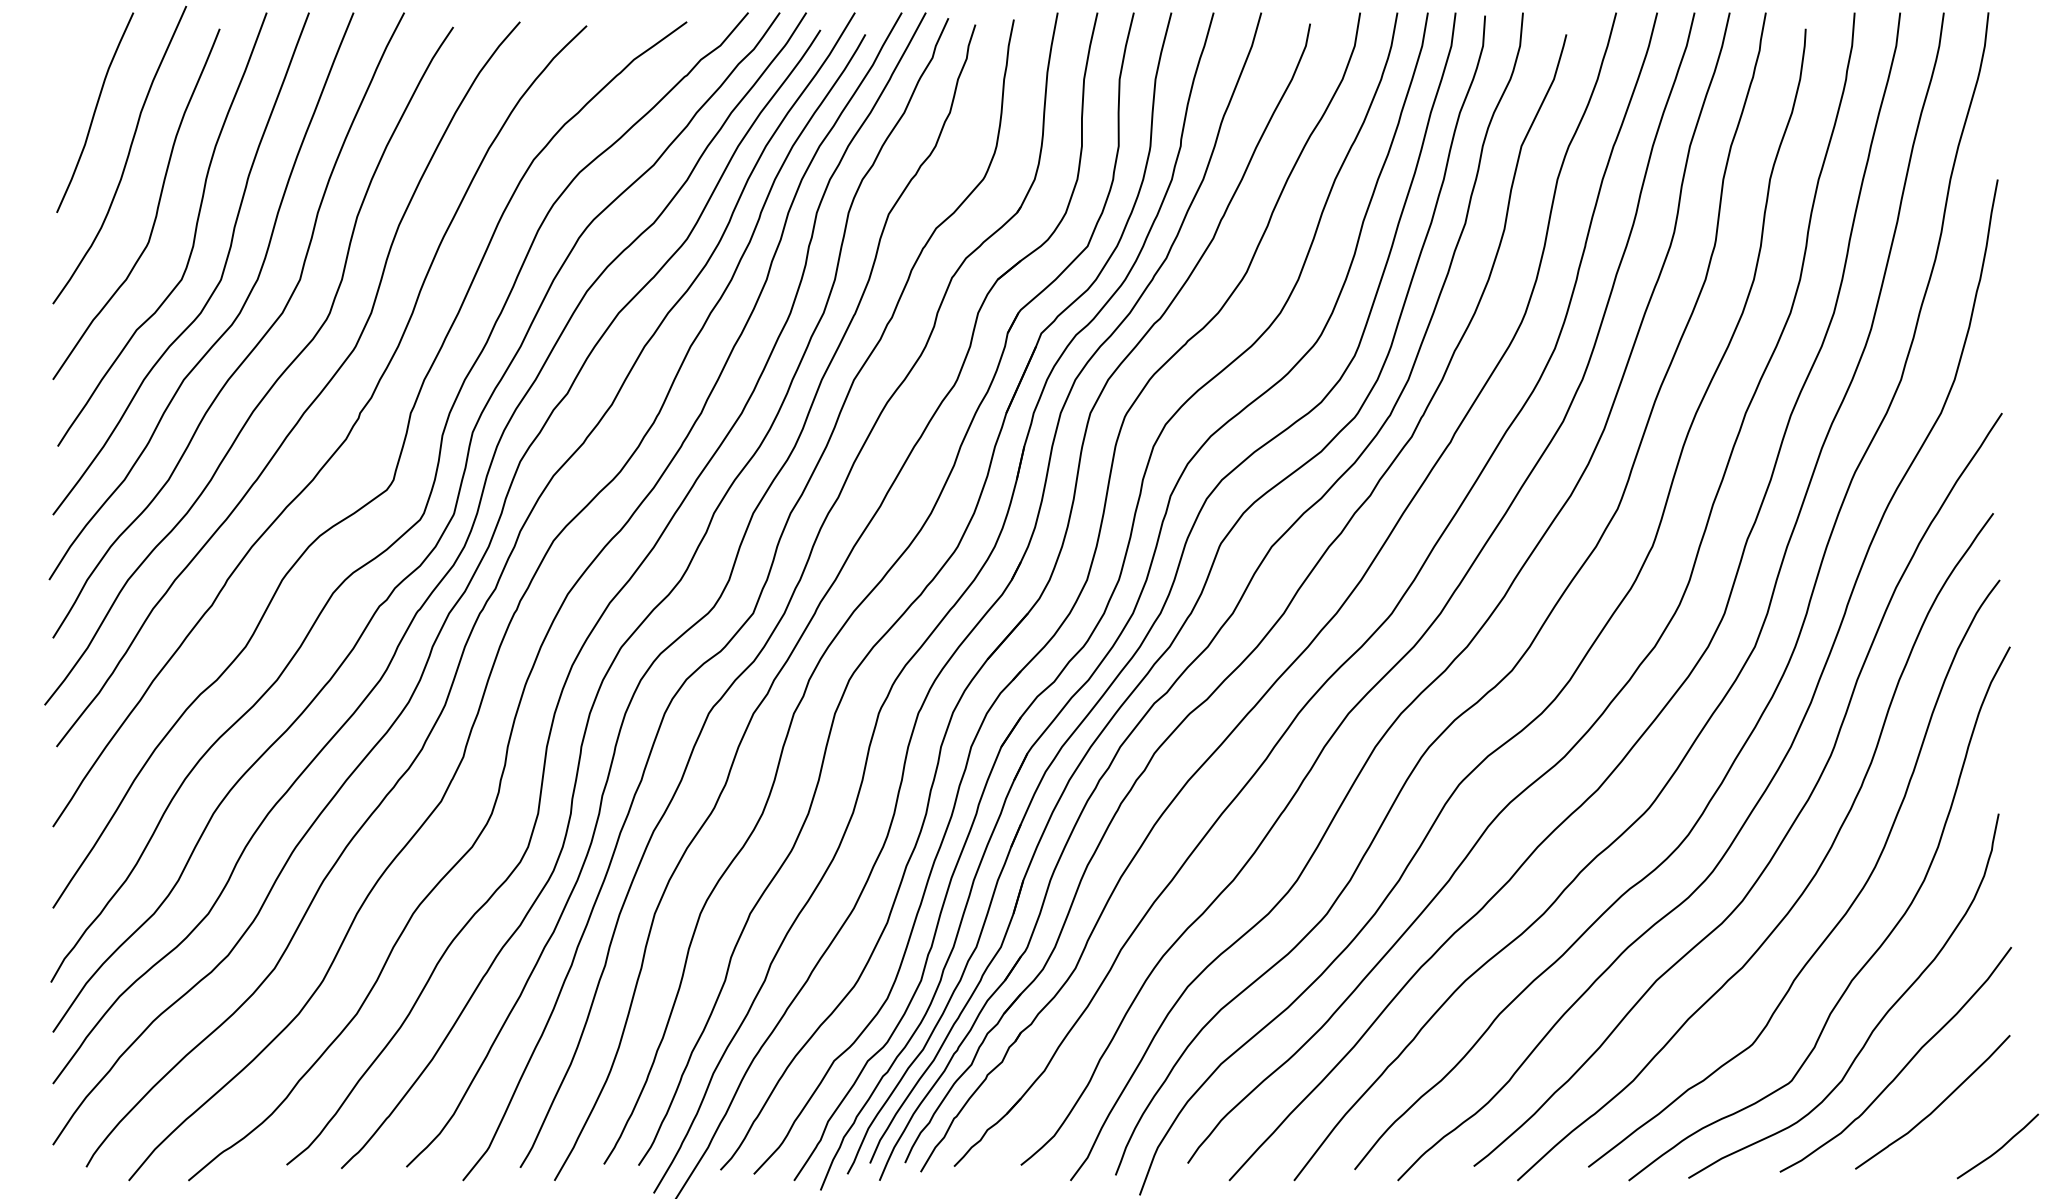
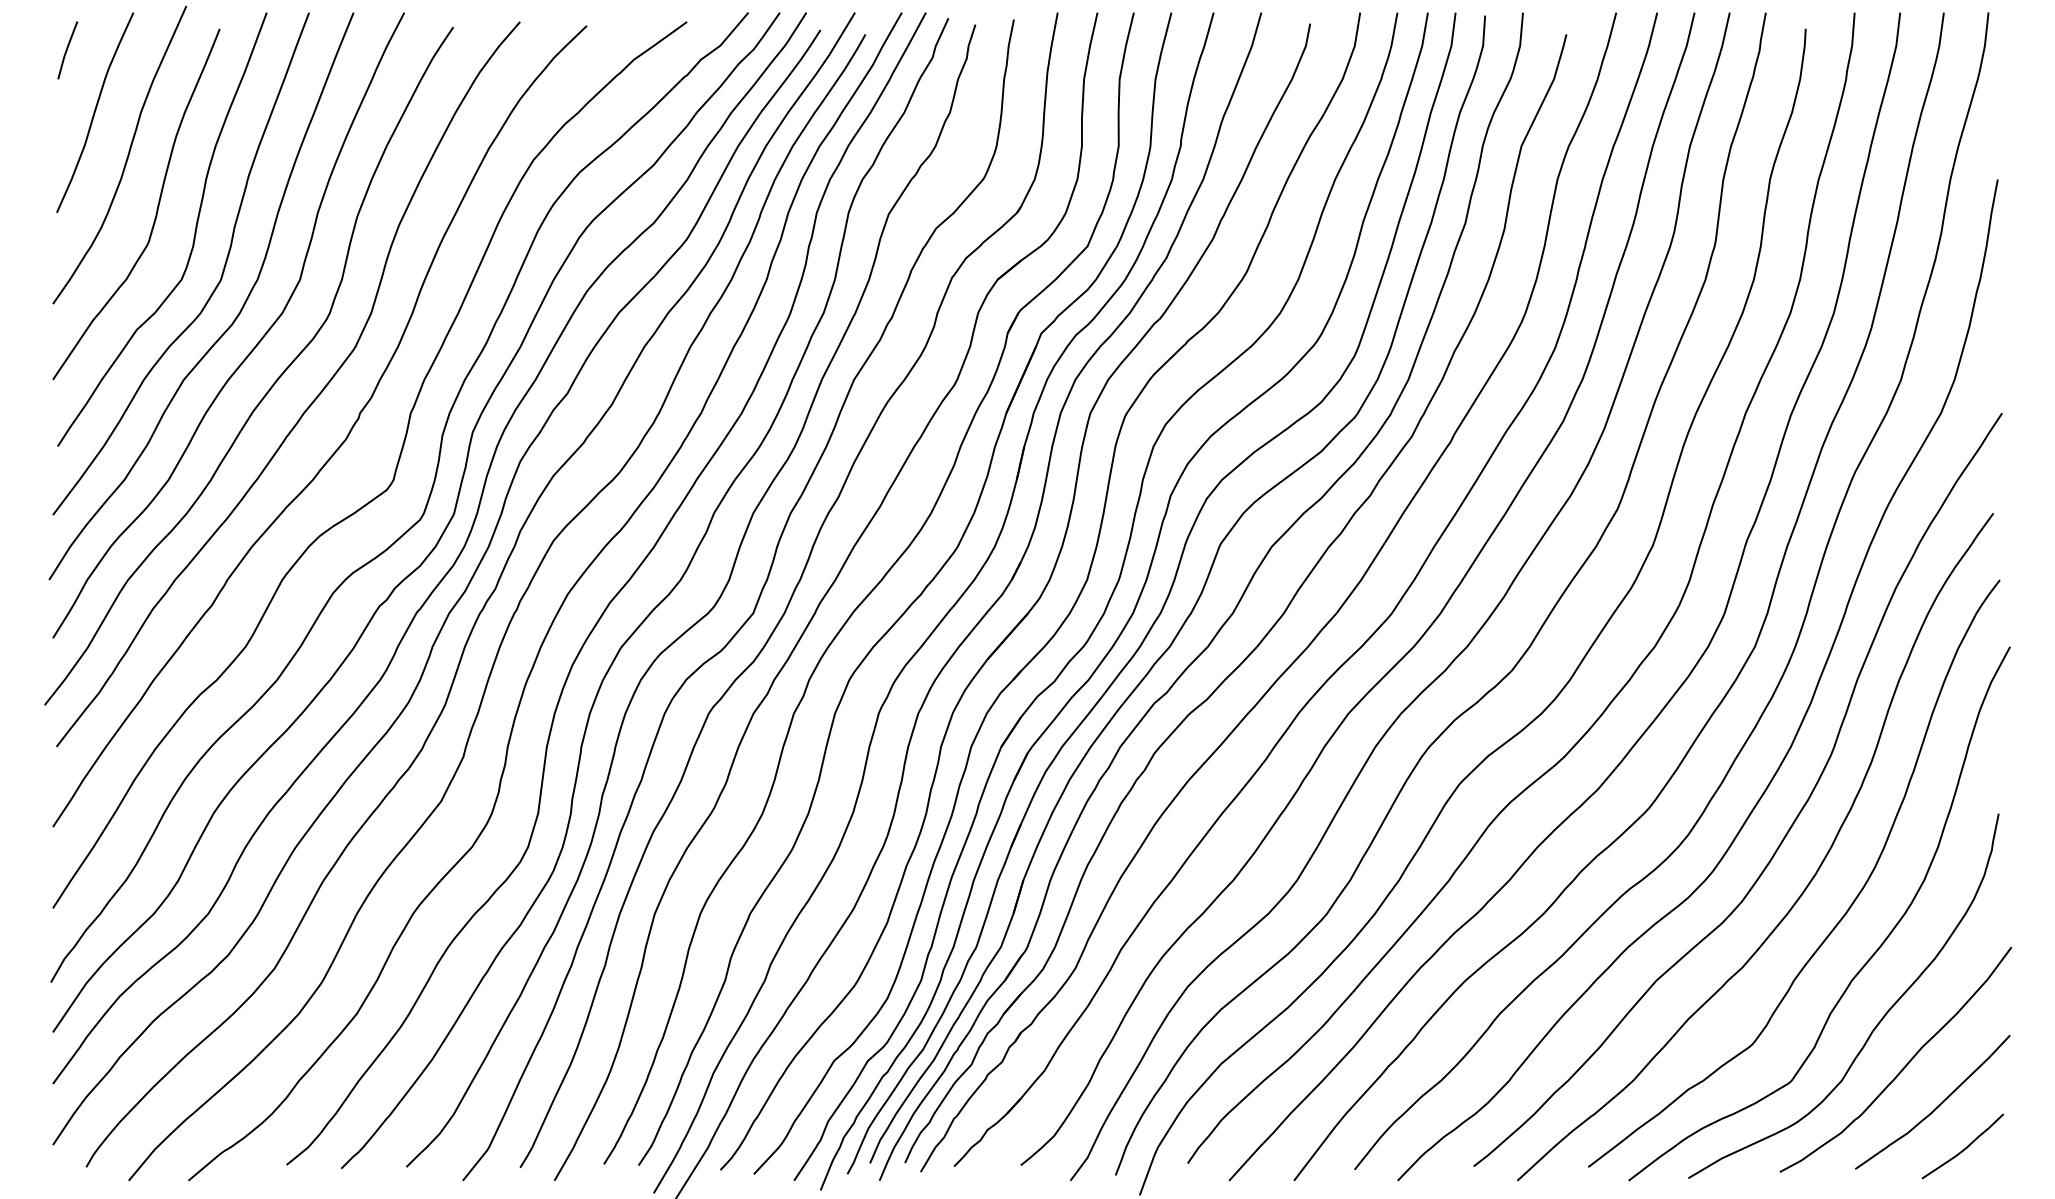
line at (67, 50): none -> present
curve at (1999, 1148) position: (1999, 1148) -> (1964, 1148)
